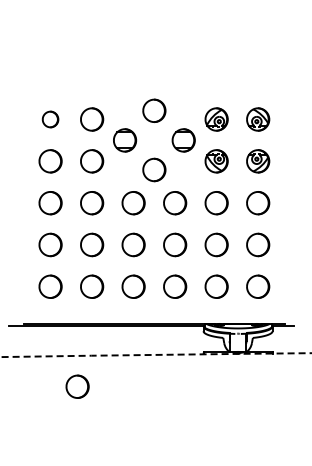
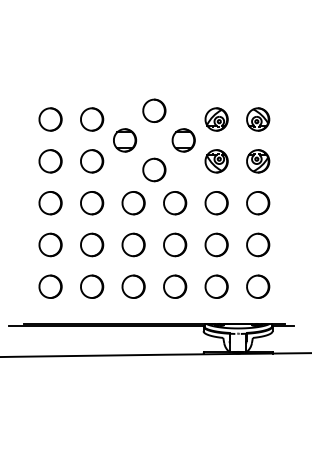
part at (50, 119) size: 19x19 px -> 25x25 px
arc at (156, 354): dashed -> solid
part at (77, 386): present -> none
